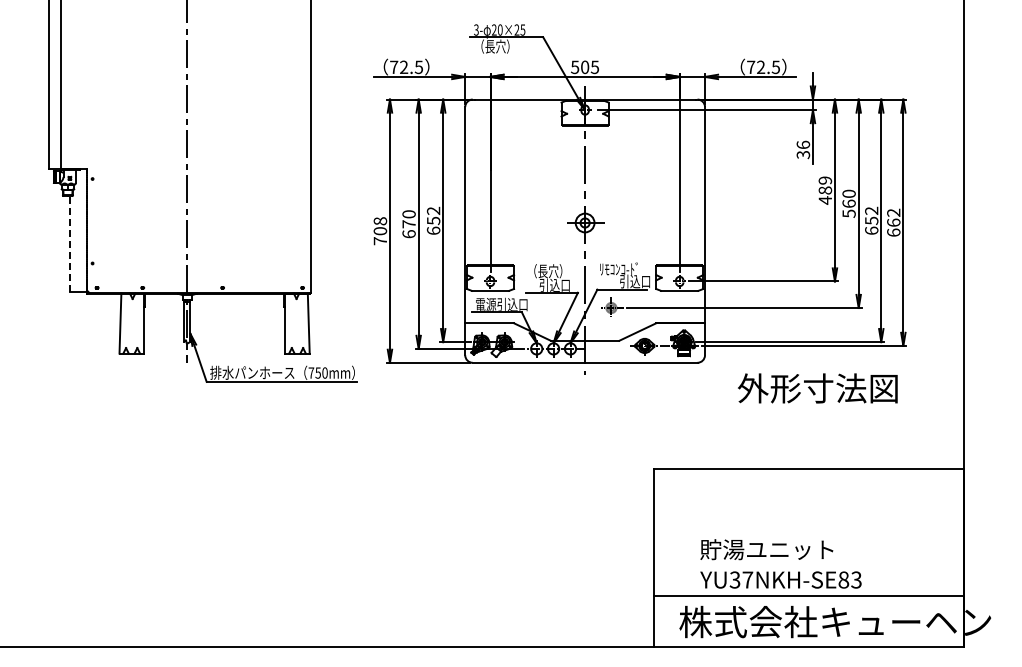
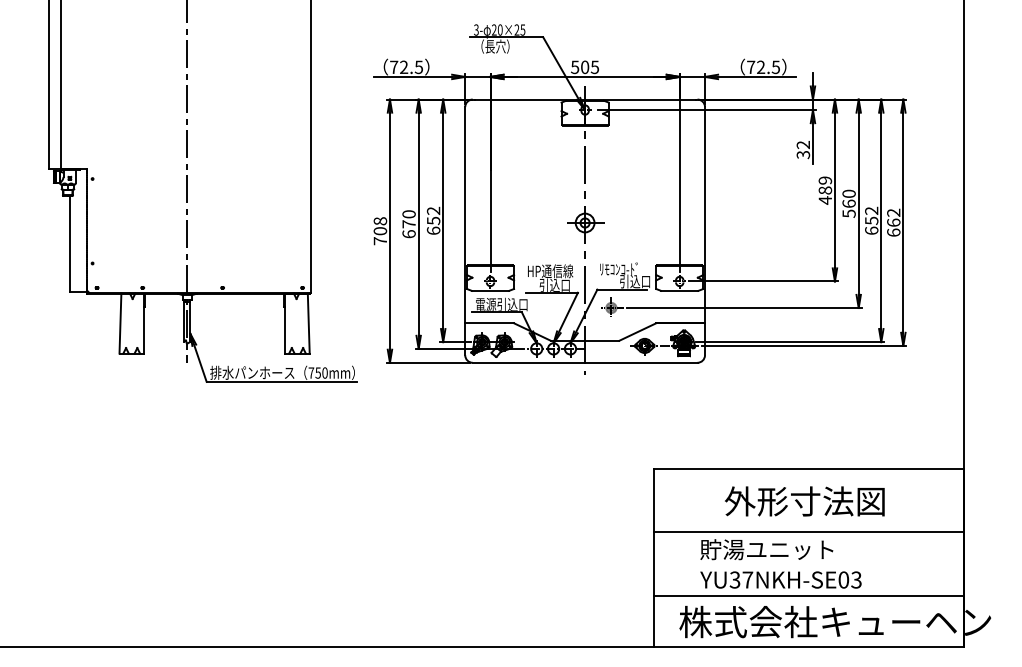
text at (803, 144): 36 -> 32
line at (69, 243): dashed -> solid
text at (550, 271): （長穴） -> HP通信線
text at (817, 388) position: (817, 388) -> (804, 501)
line at (809, 532): none -> present
text at (843, 580): YU37NKH-SE83 -> YU37NKH-SE03
